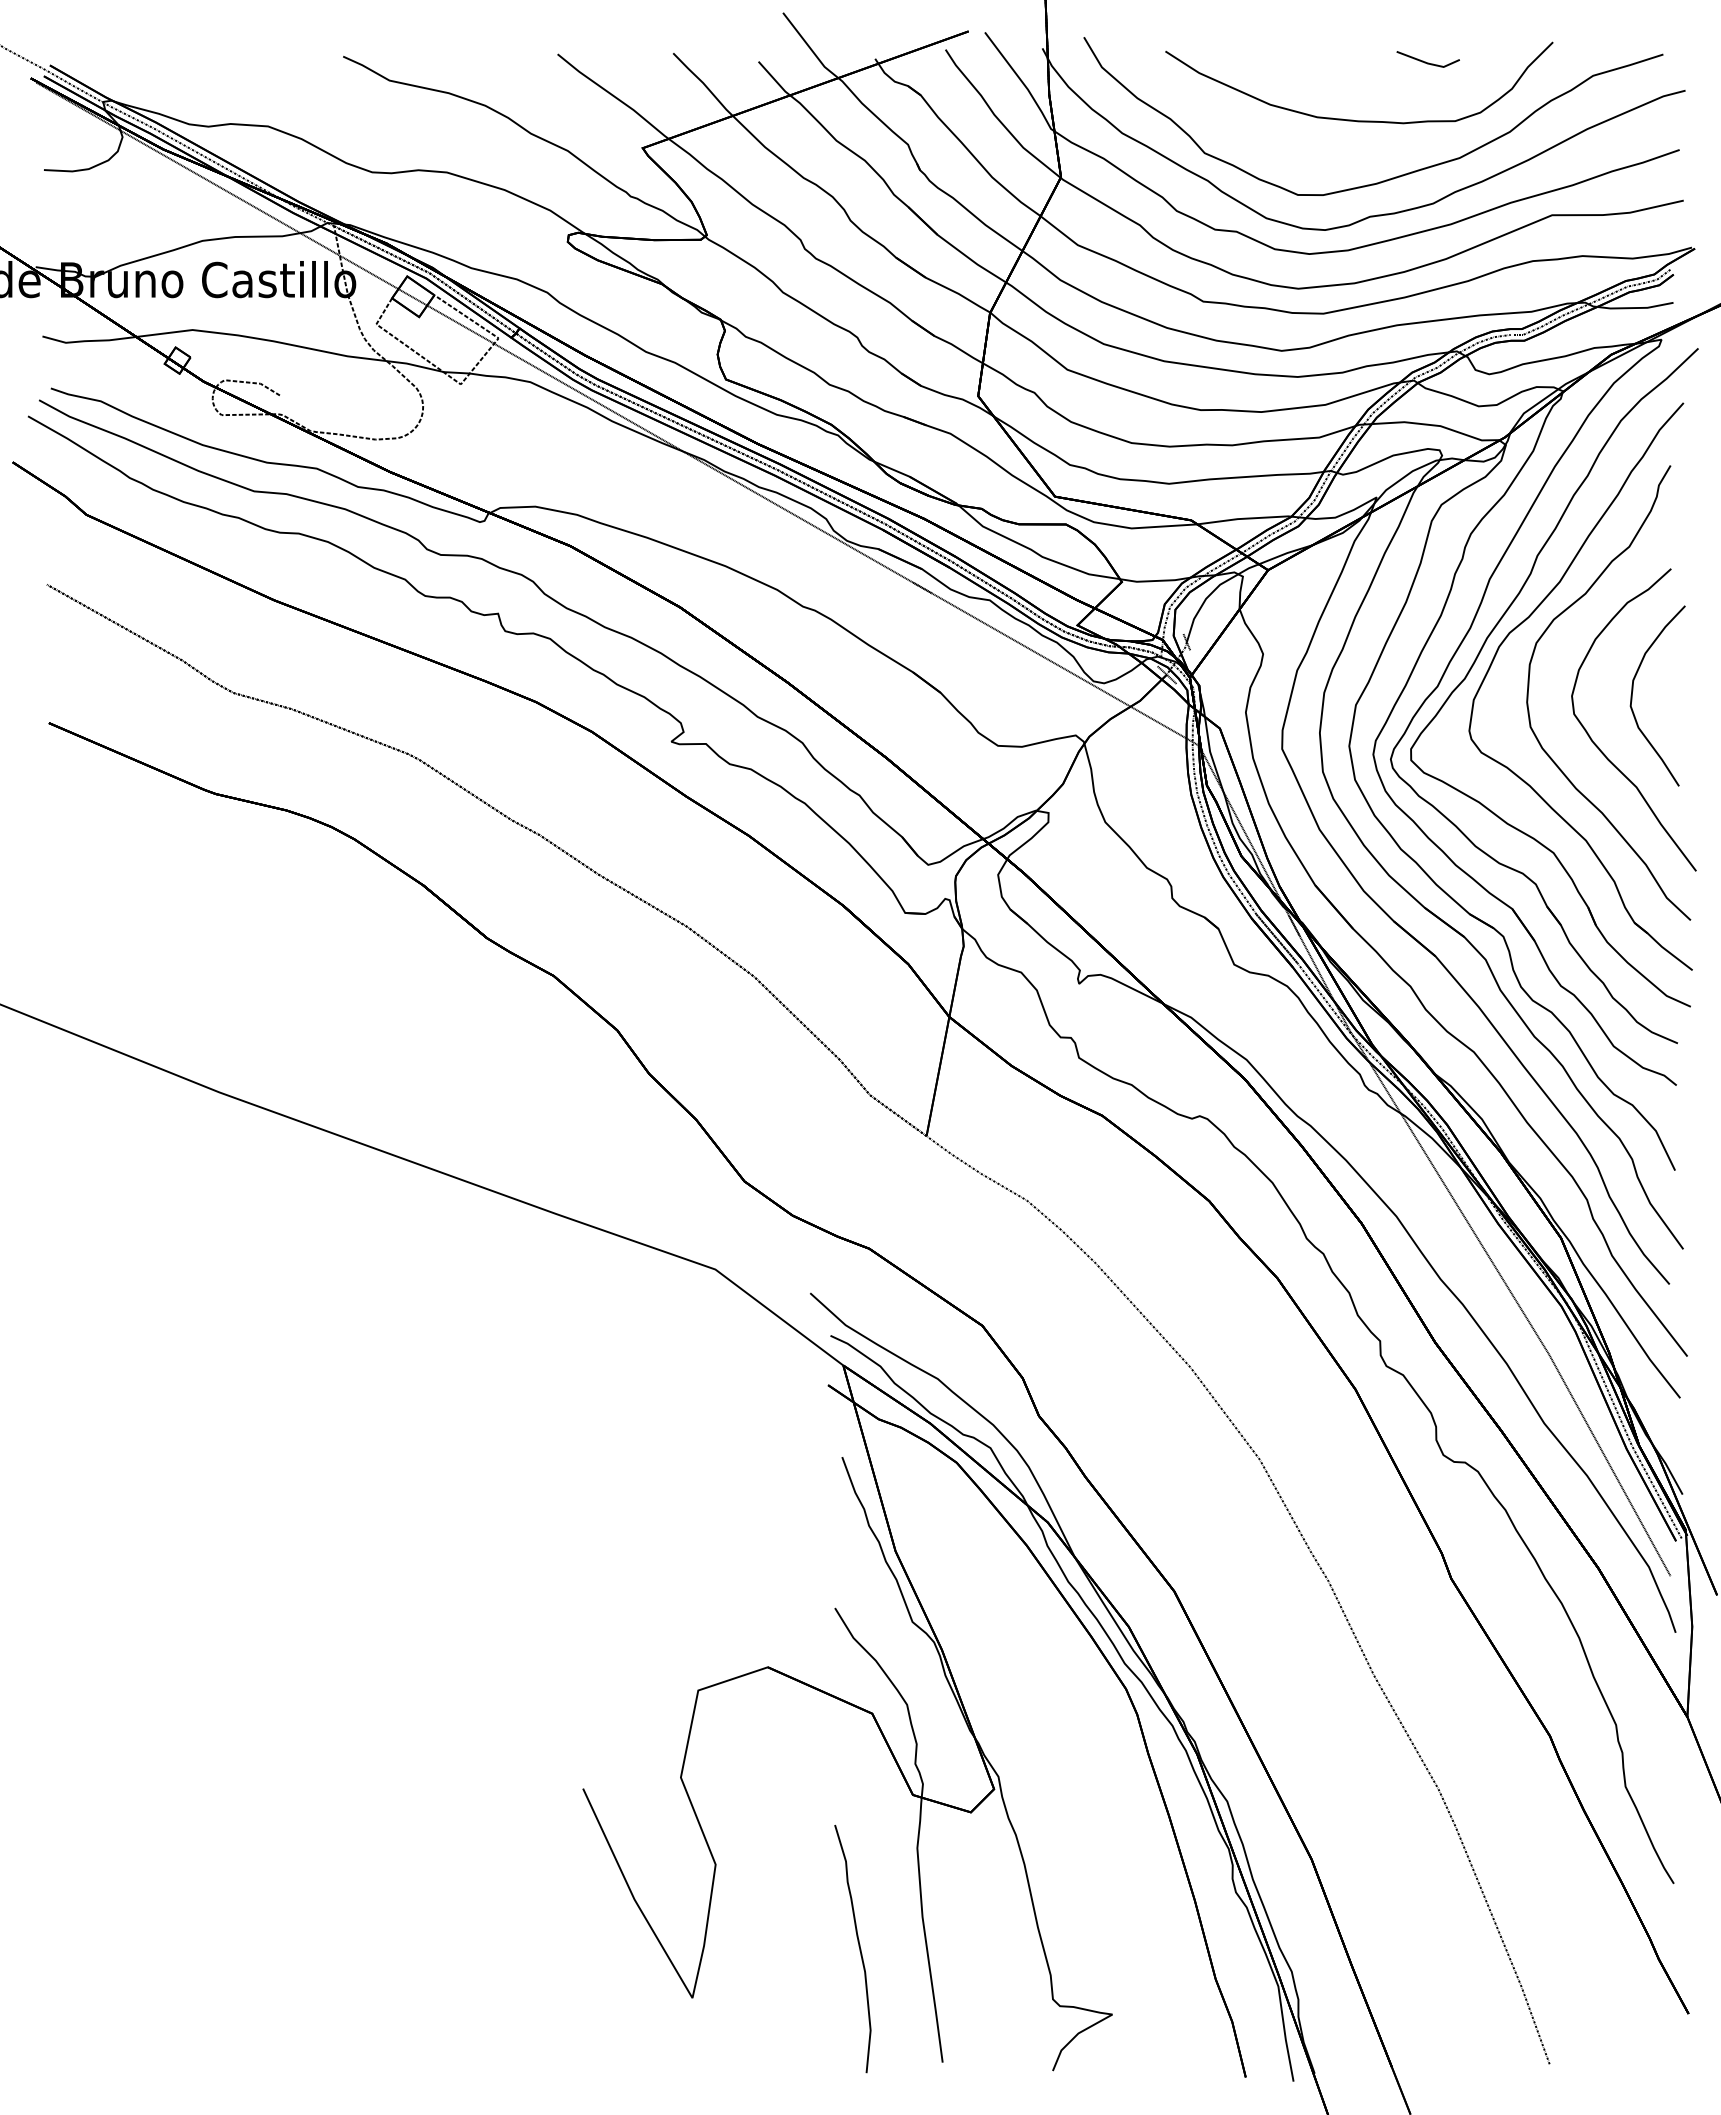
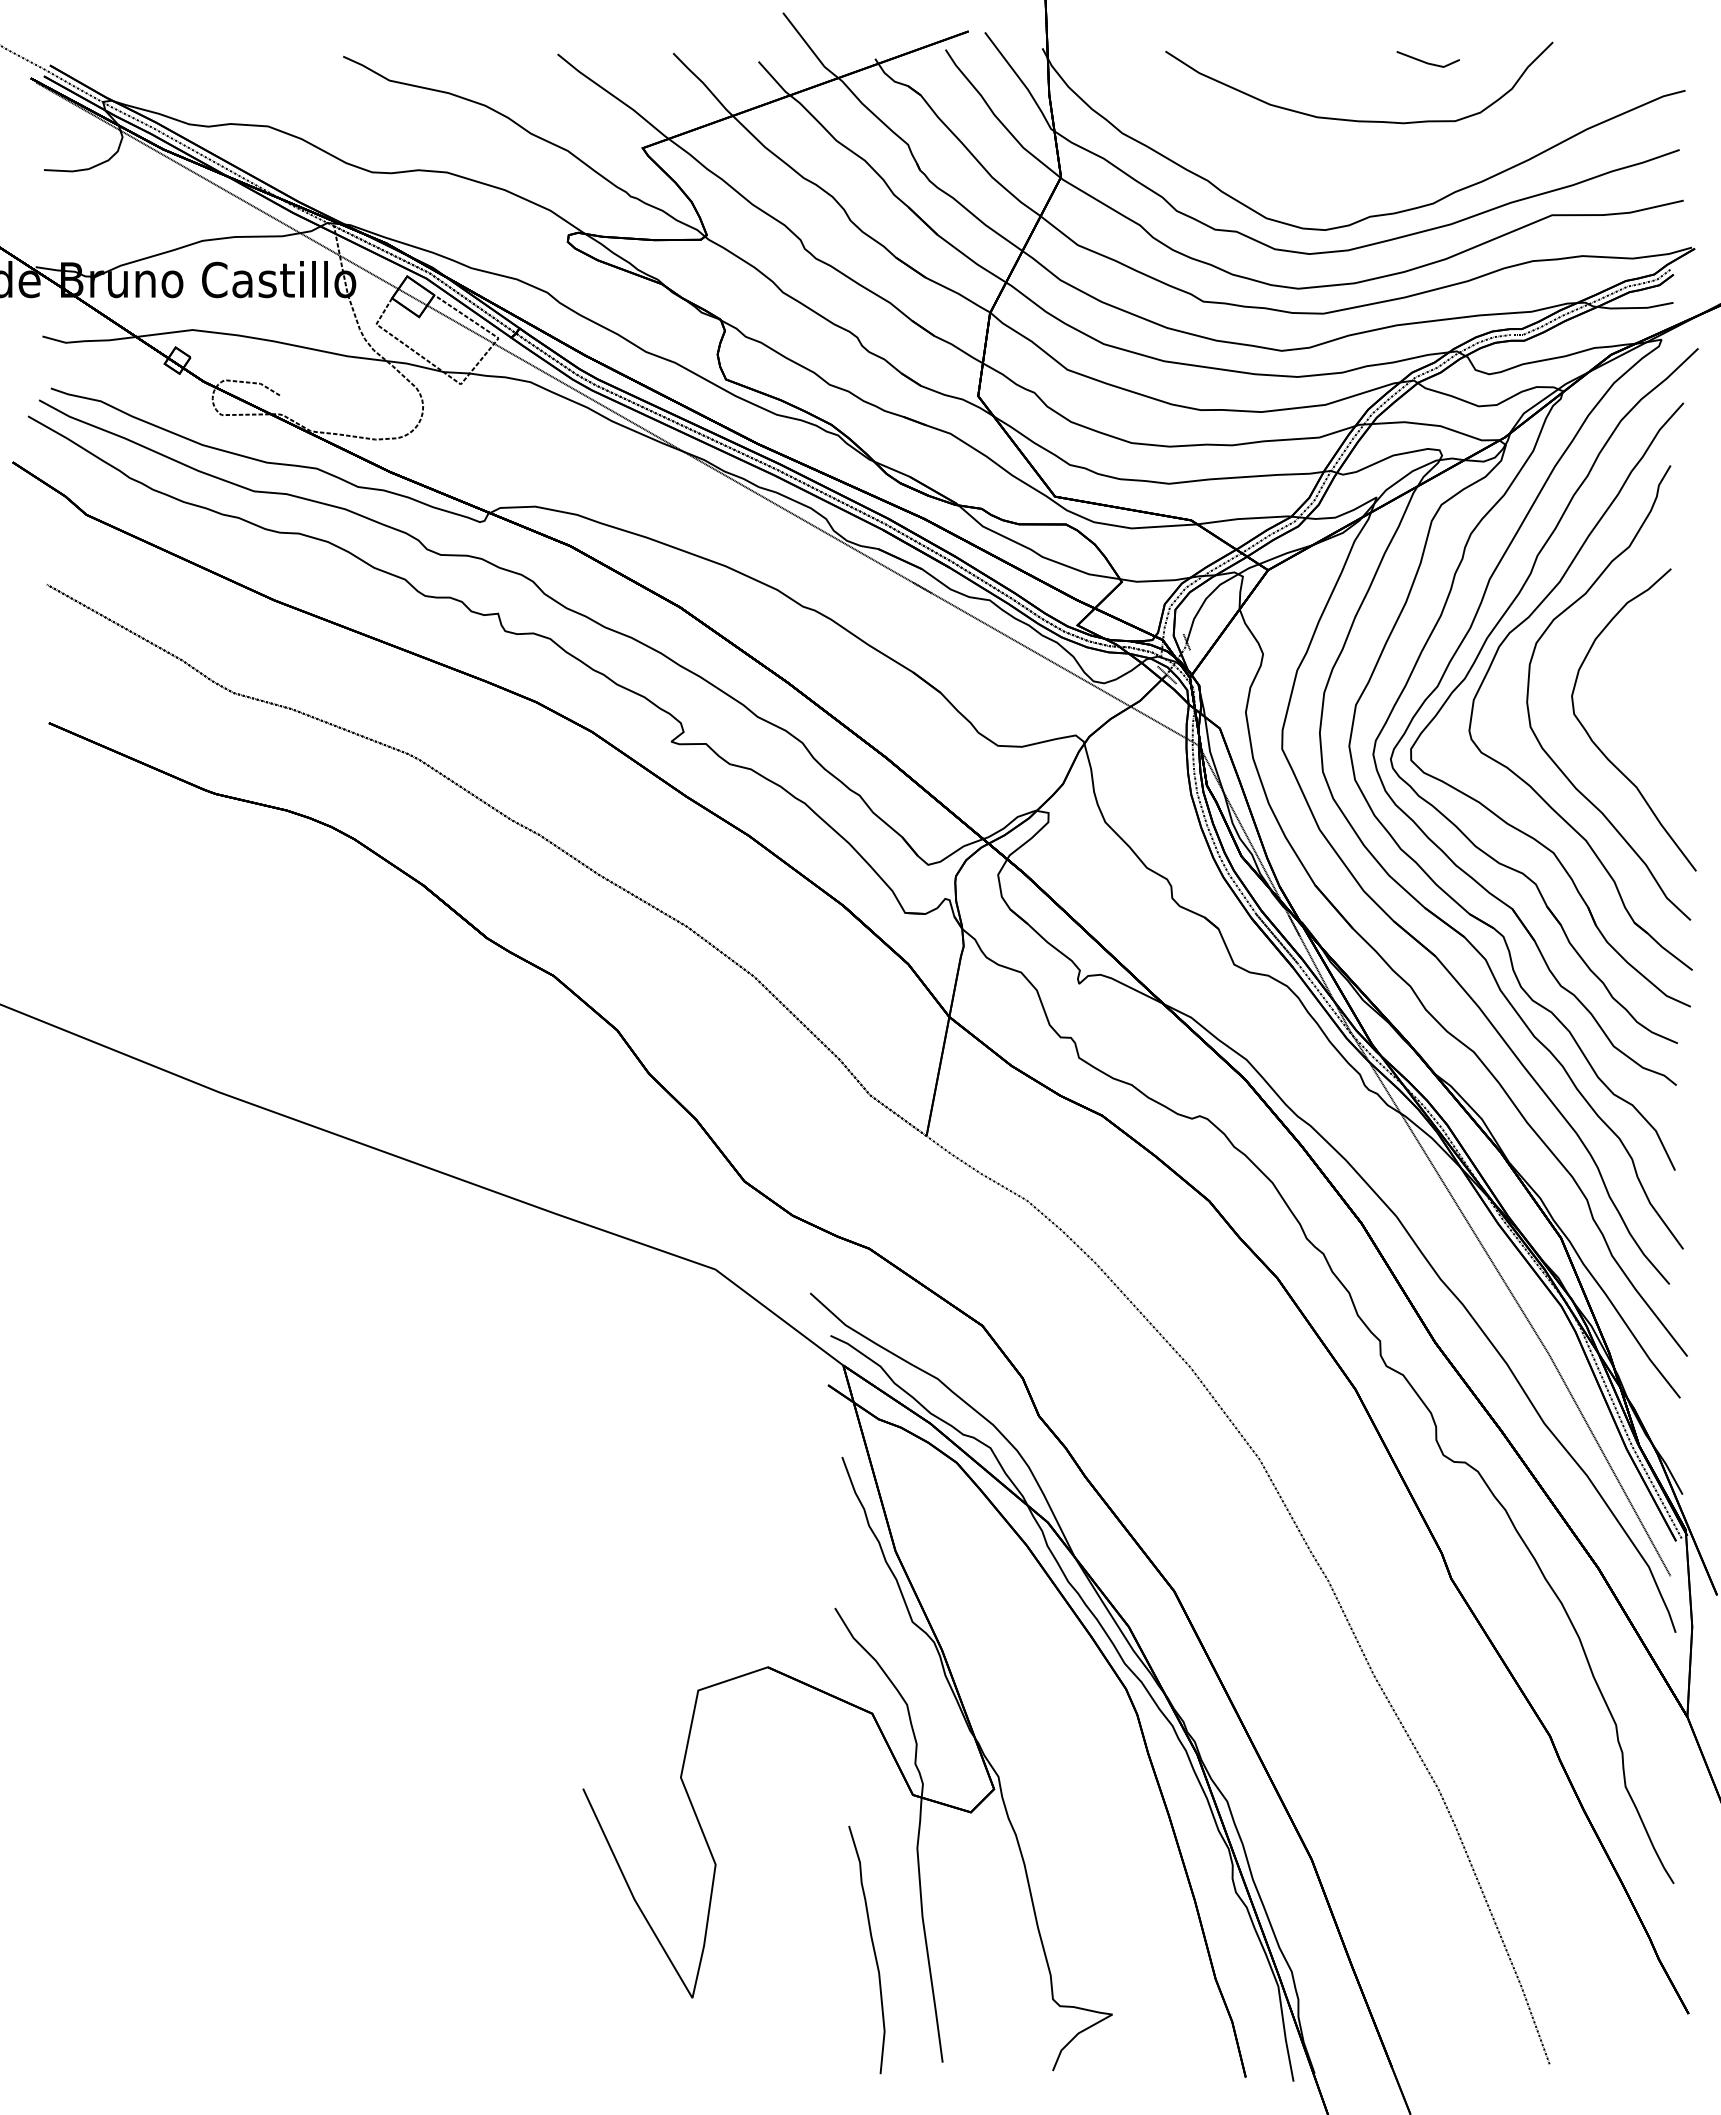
curve at (1392, 177): present -> none
curve at (1633, 691): present -> none
curve at (858, 1946) position: (858, 1946) -> (872, 1947)
